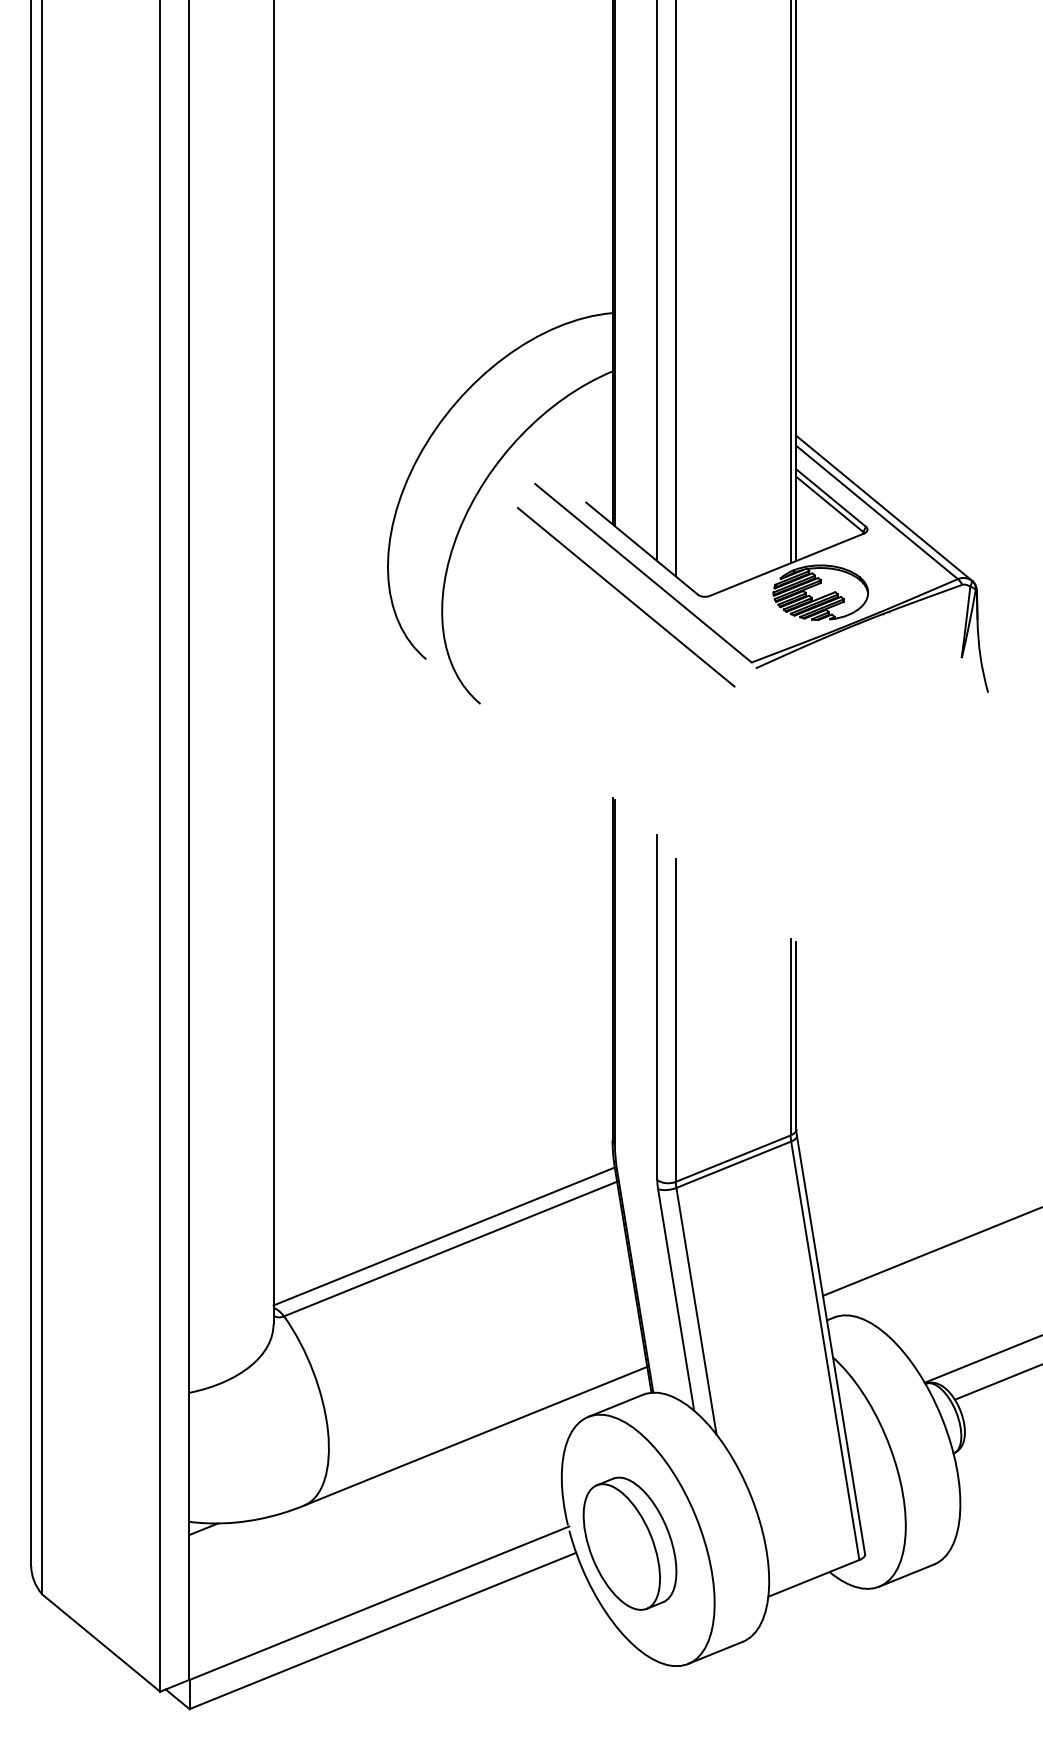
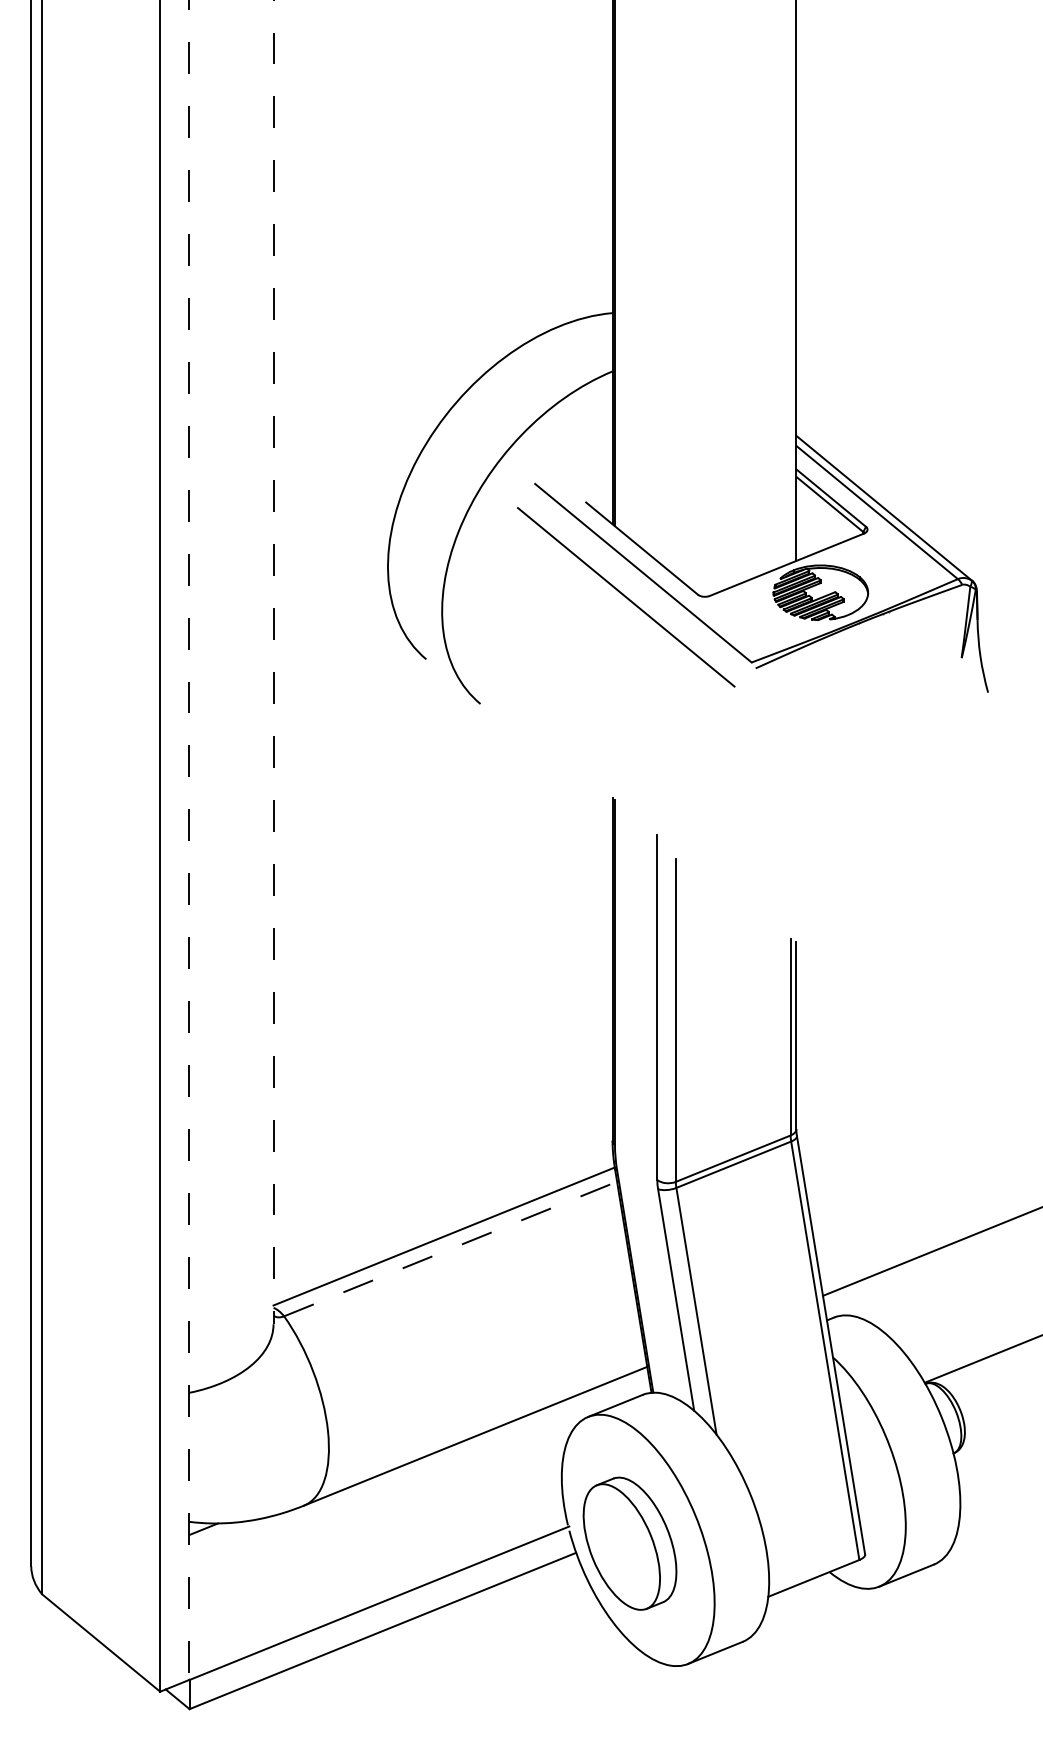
line at (657, 281): present -> none
line at (790, 282): present -> none
line at (675, 289): present -> none
line at (273, 662): solid -> dashed
line at (189, 840): solid -> dashed
line at (450, 1249): solid -> dashed
line at (996, 1382): present -> none
